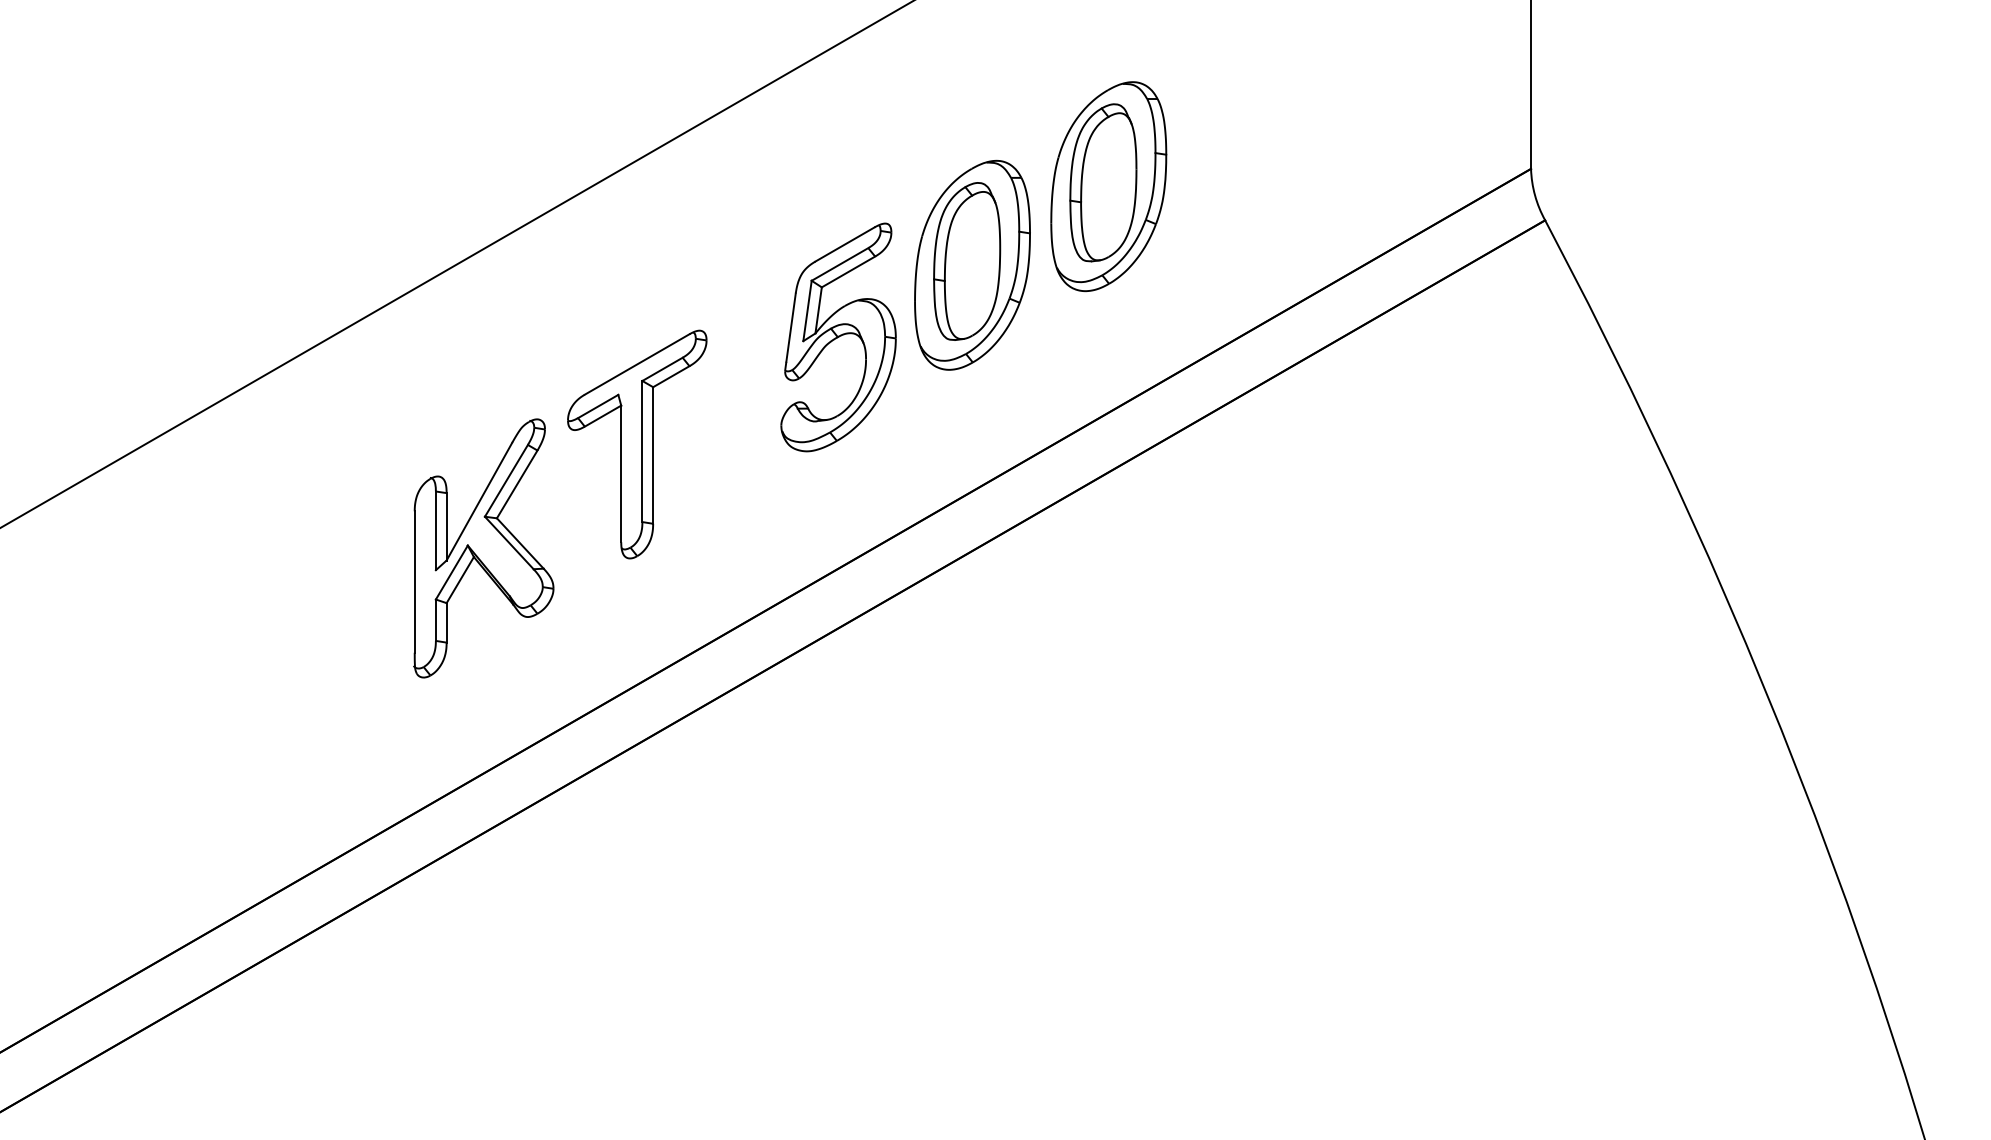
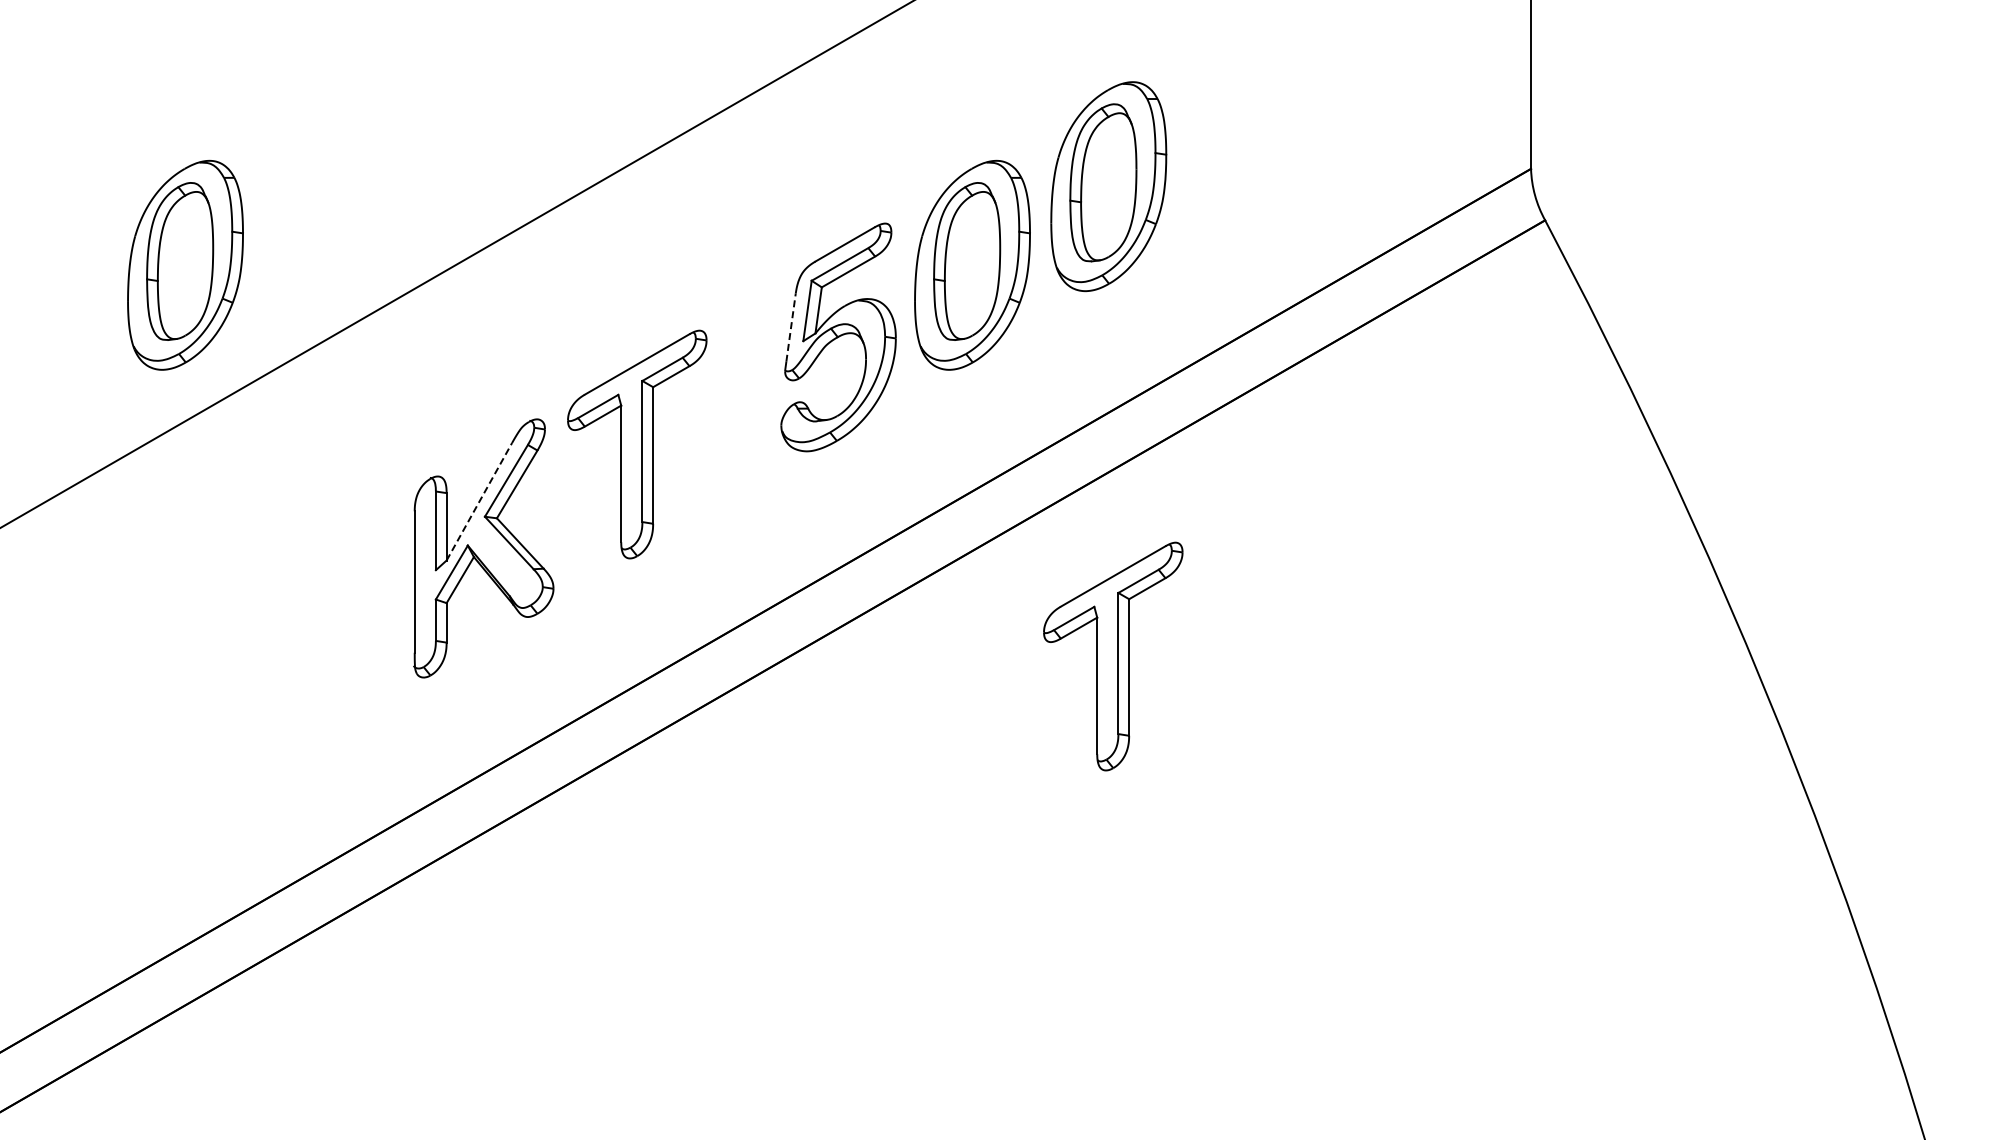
part at (185, 264): none -> present
line at (791, 327): solid -> dashed
line at (479, 501): solid -> dashed
part at (1113, 656): none -> present
